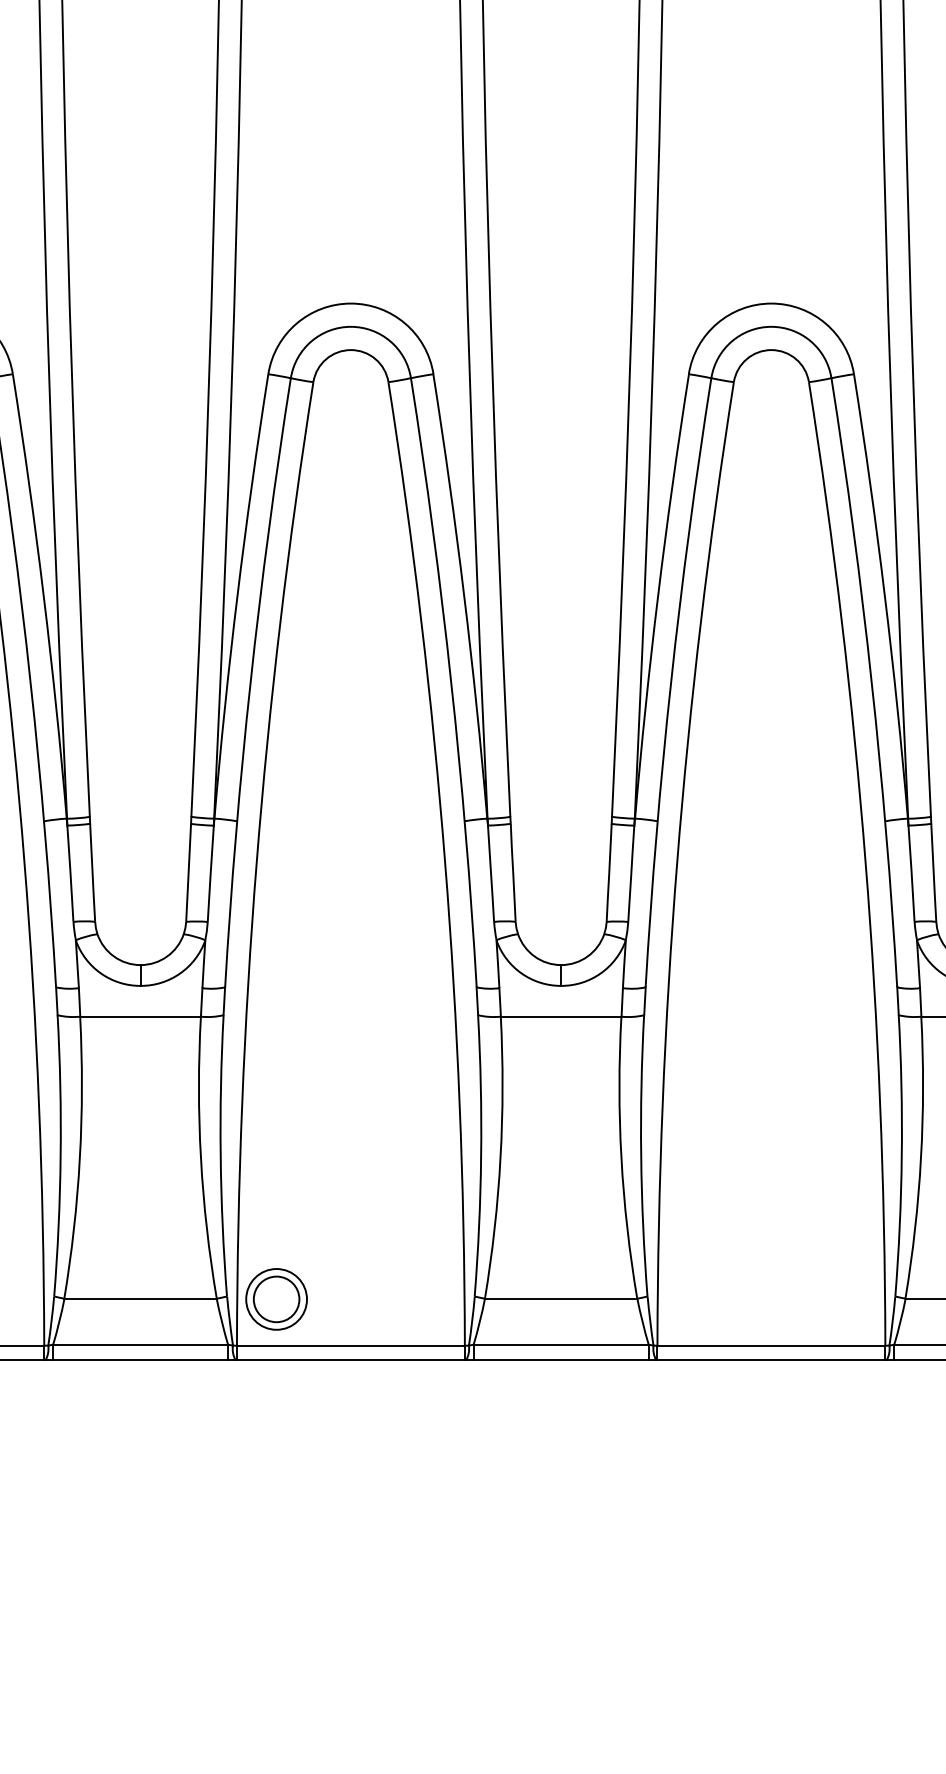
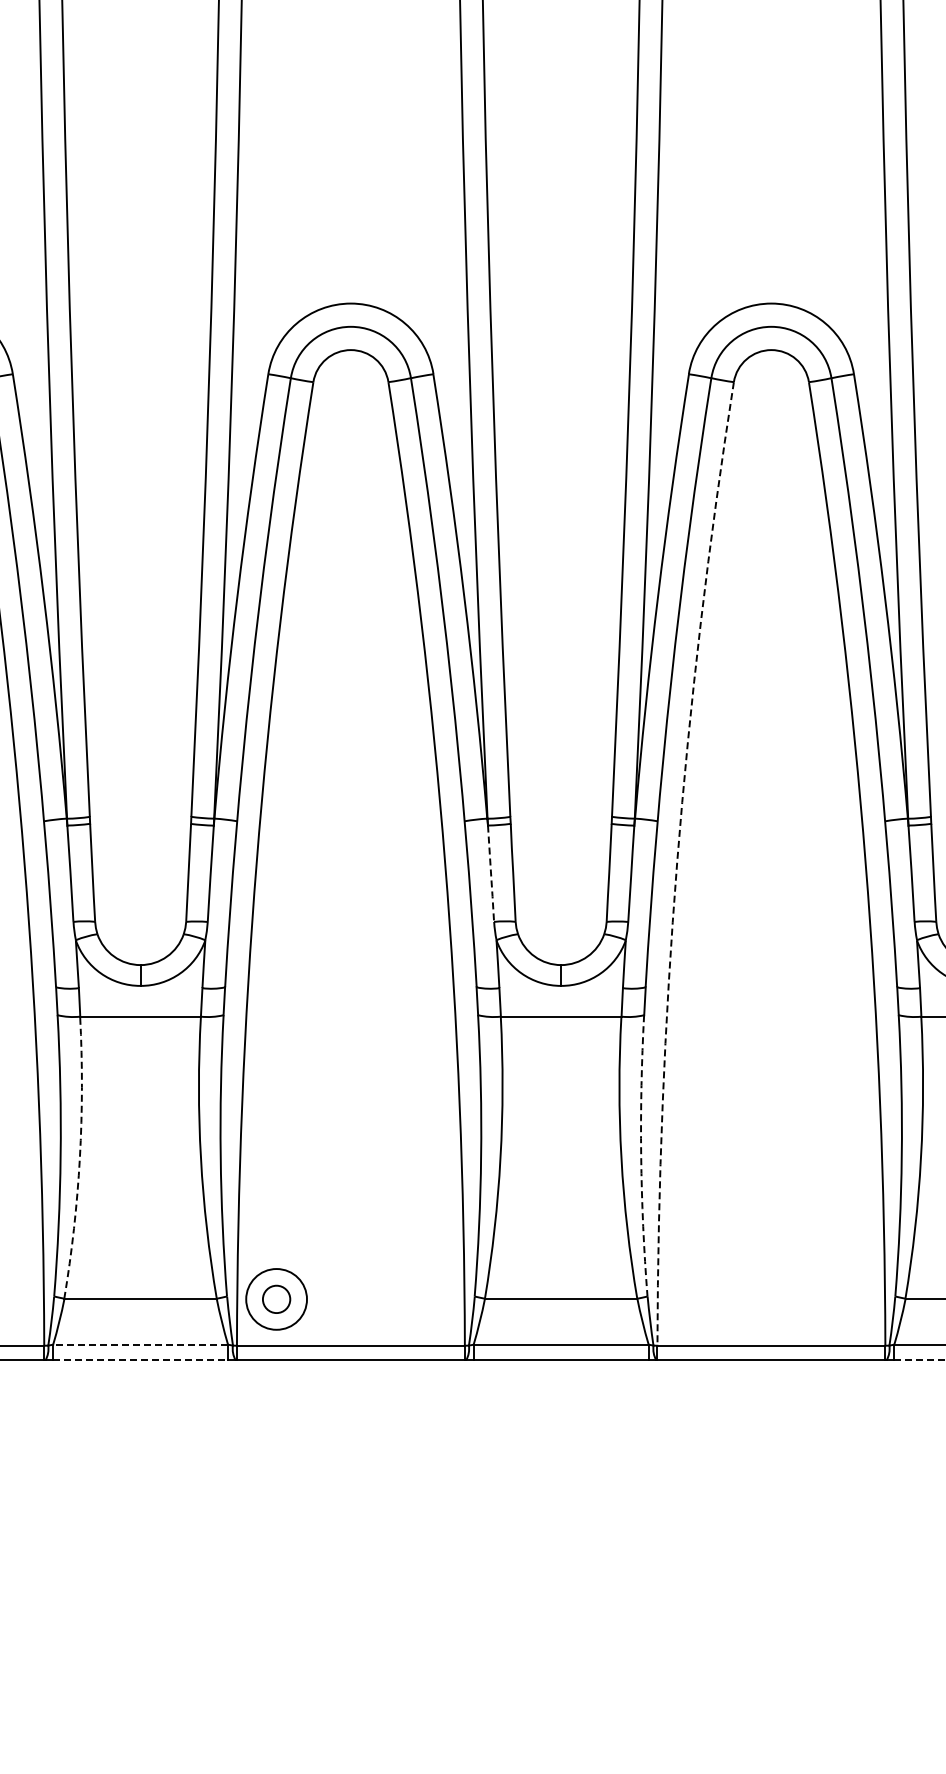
arc at (677, 862): solid -> dashed
line at (491, 873): solid -> dashed
arc at (641, 1155): solid -> dashed
arc at (79, 1158): solid -> dashed
circle at (276, 1299) diameter: 46 px -> 27 px
line at (140, 1344): solid -> dashed
line at (140, 1360): solid -> dashed
line at (920, 1360): solid -> dashed
